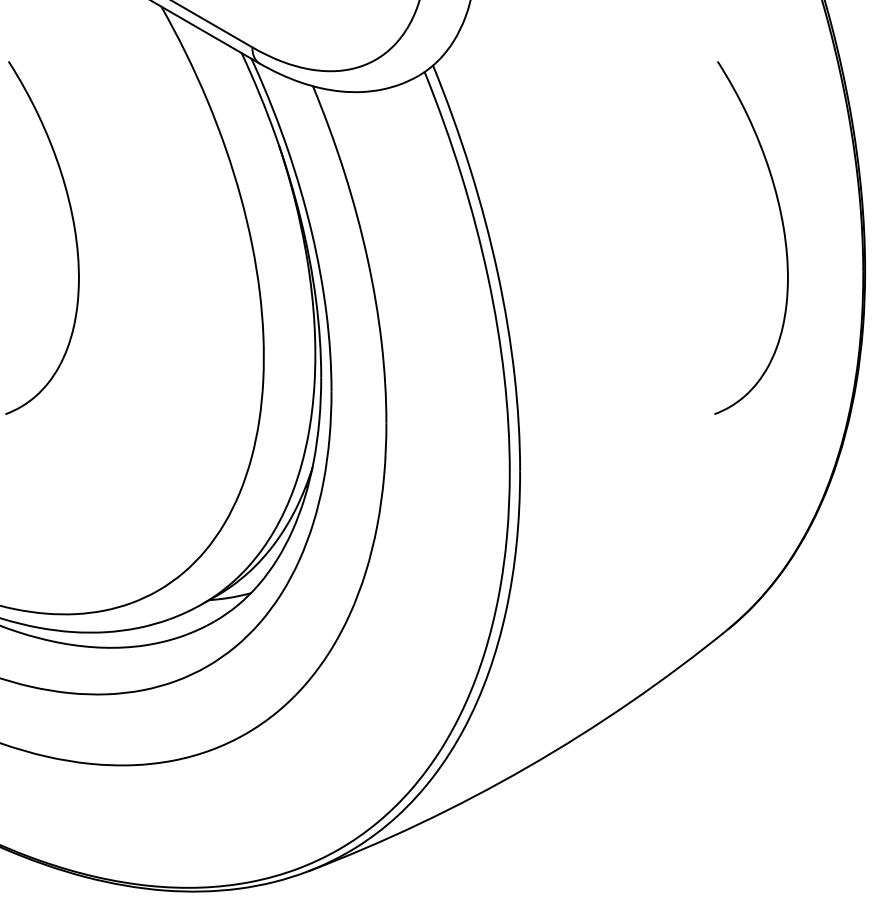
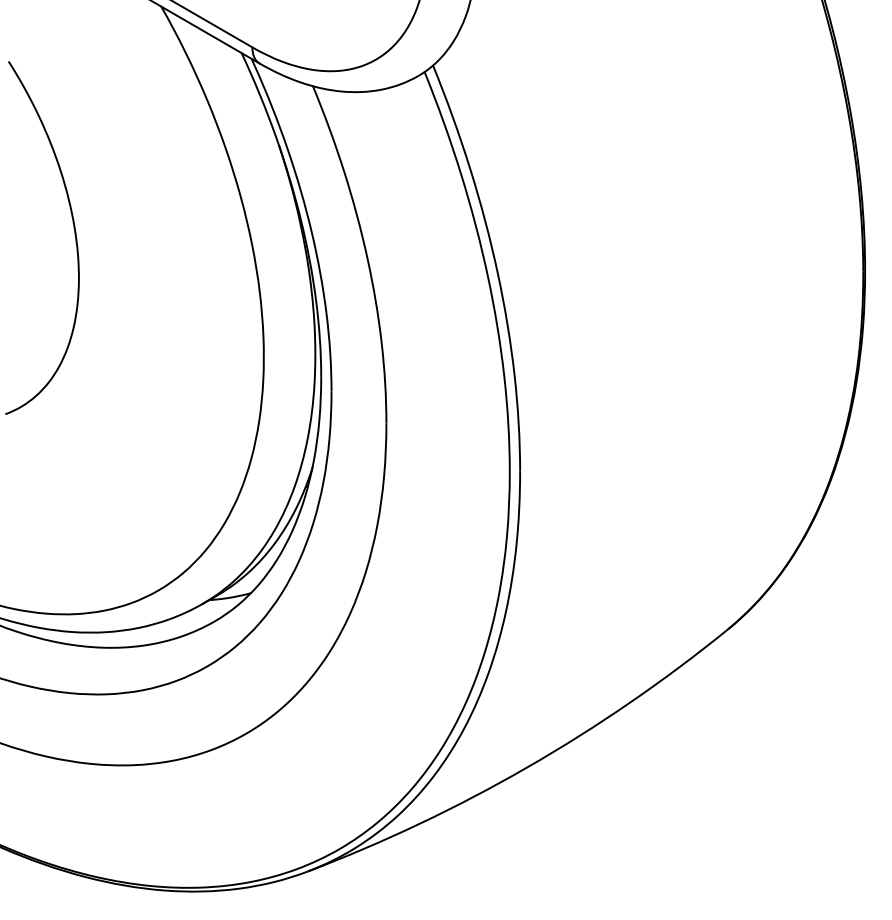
curve at (783, 235): present -> none
